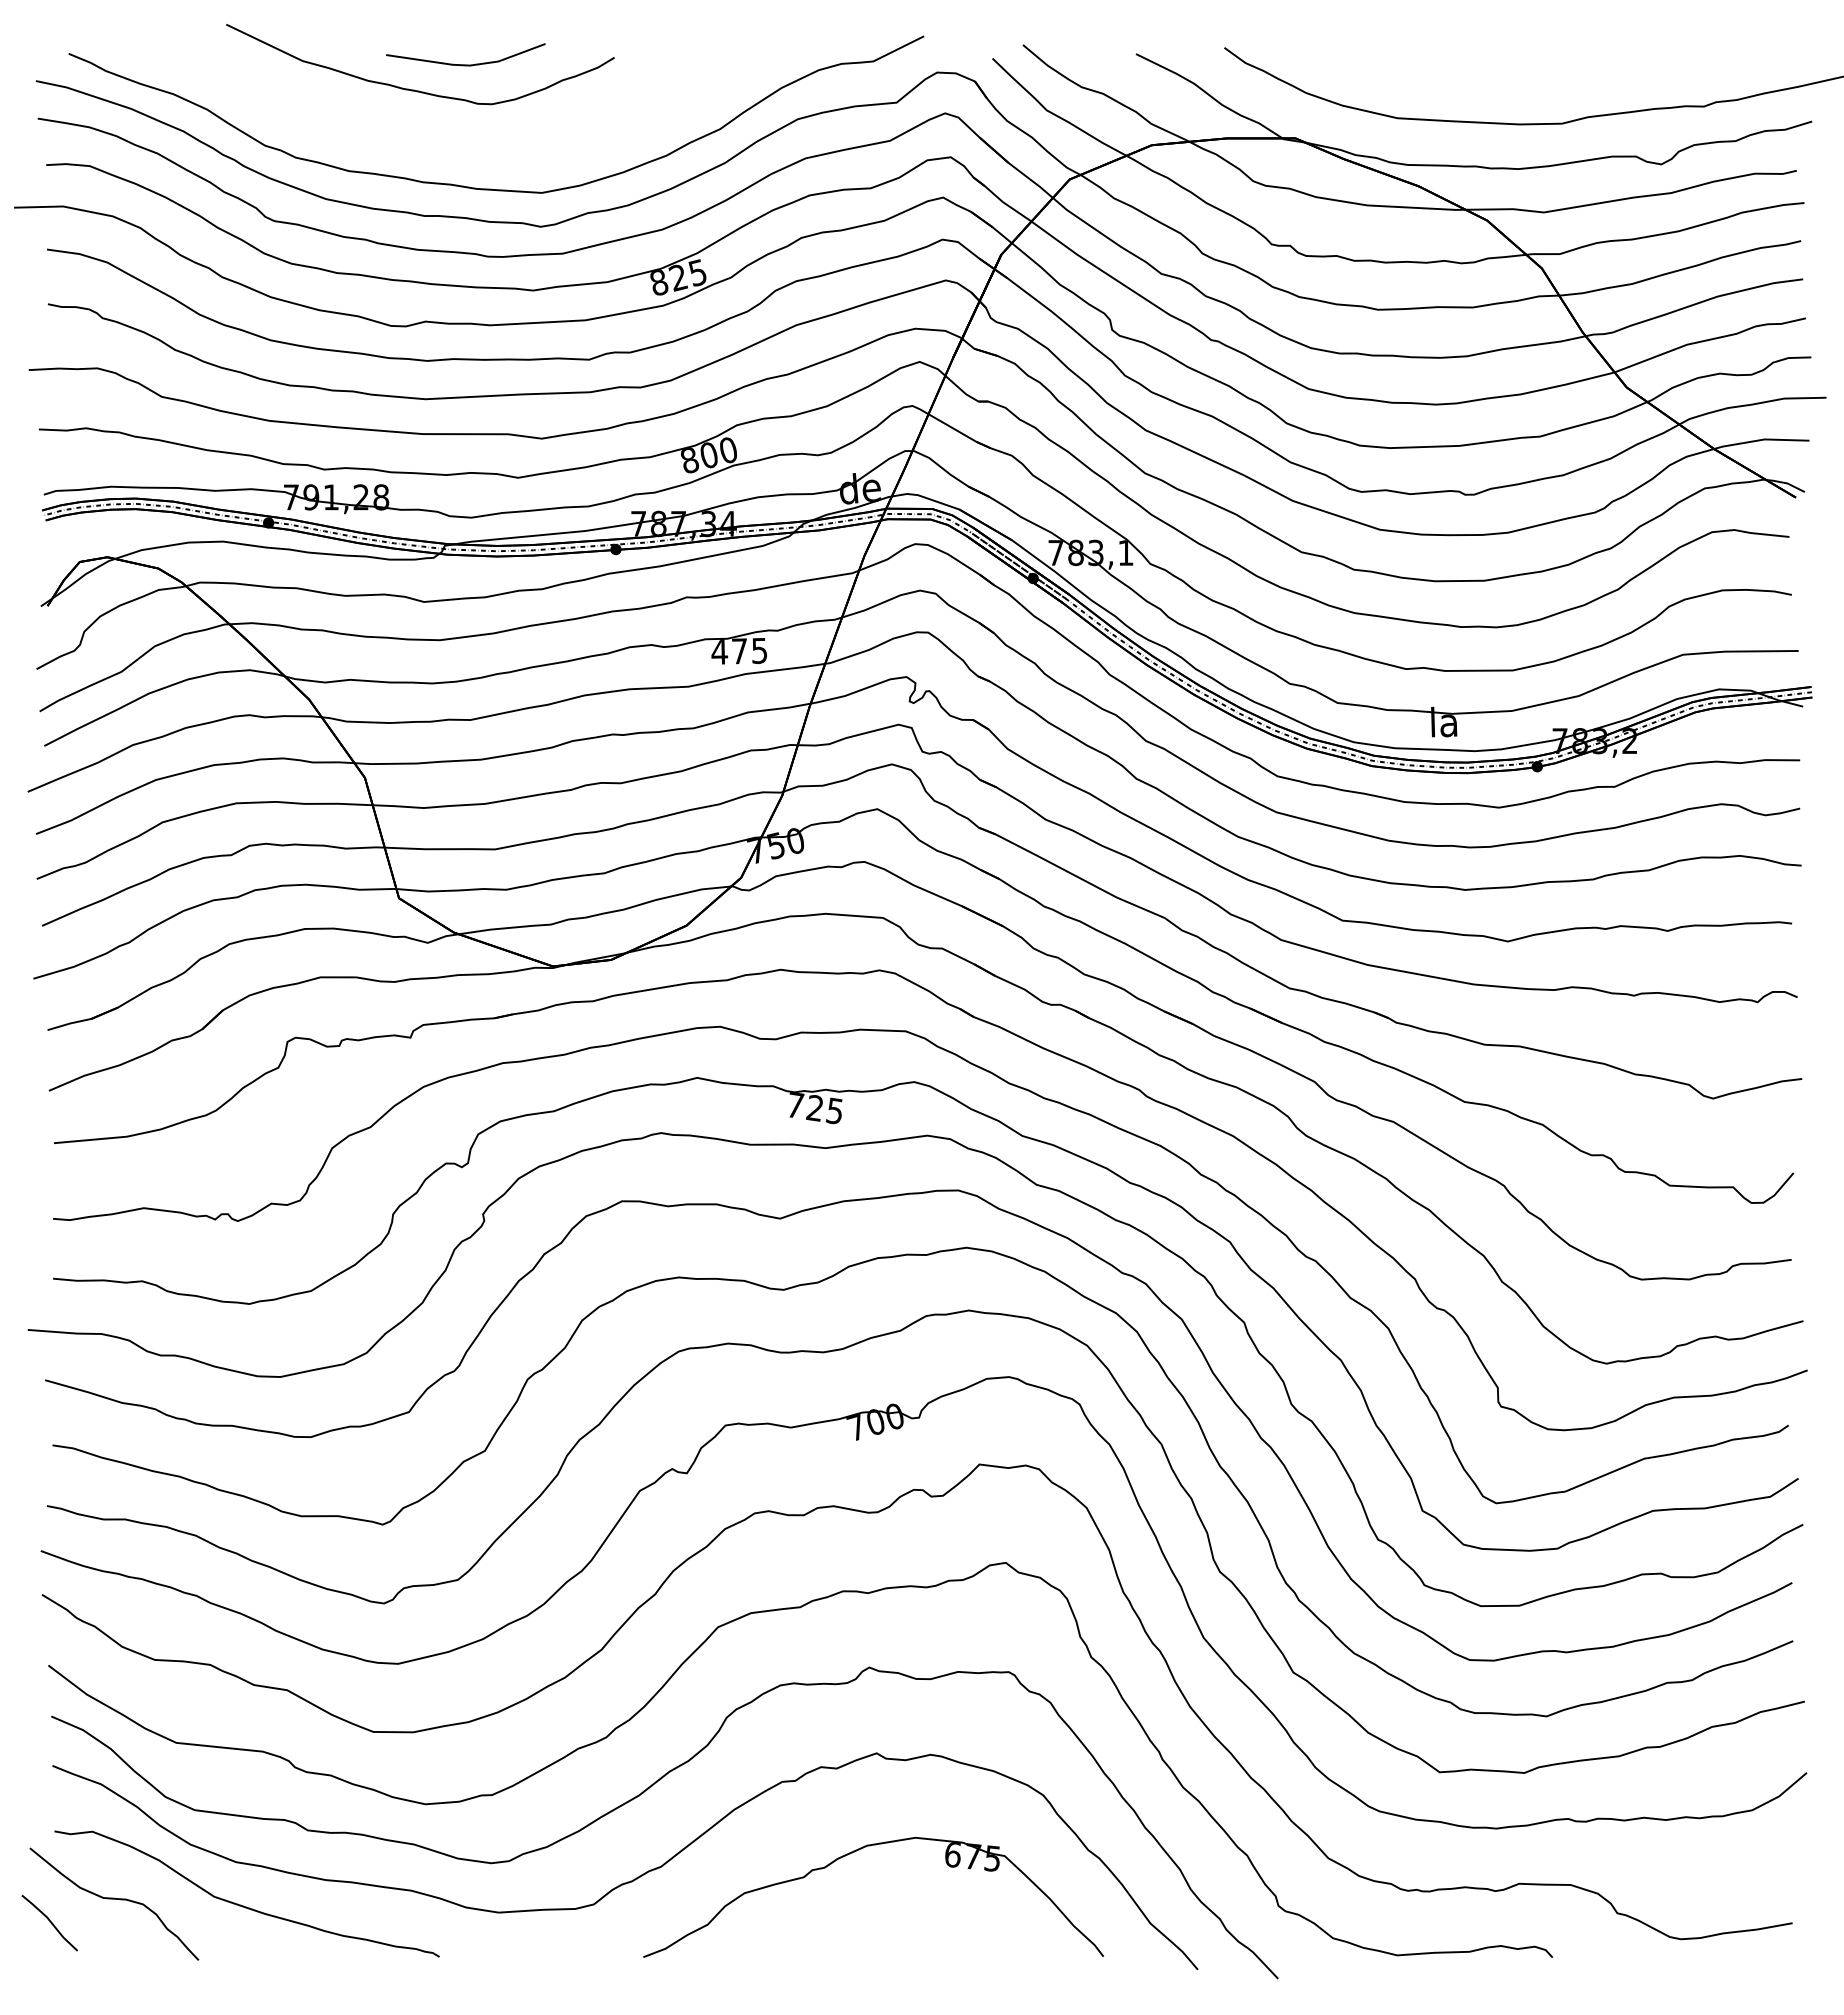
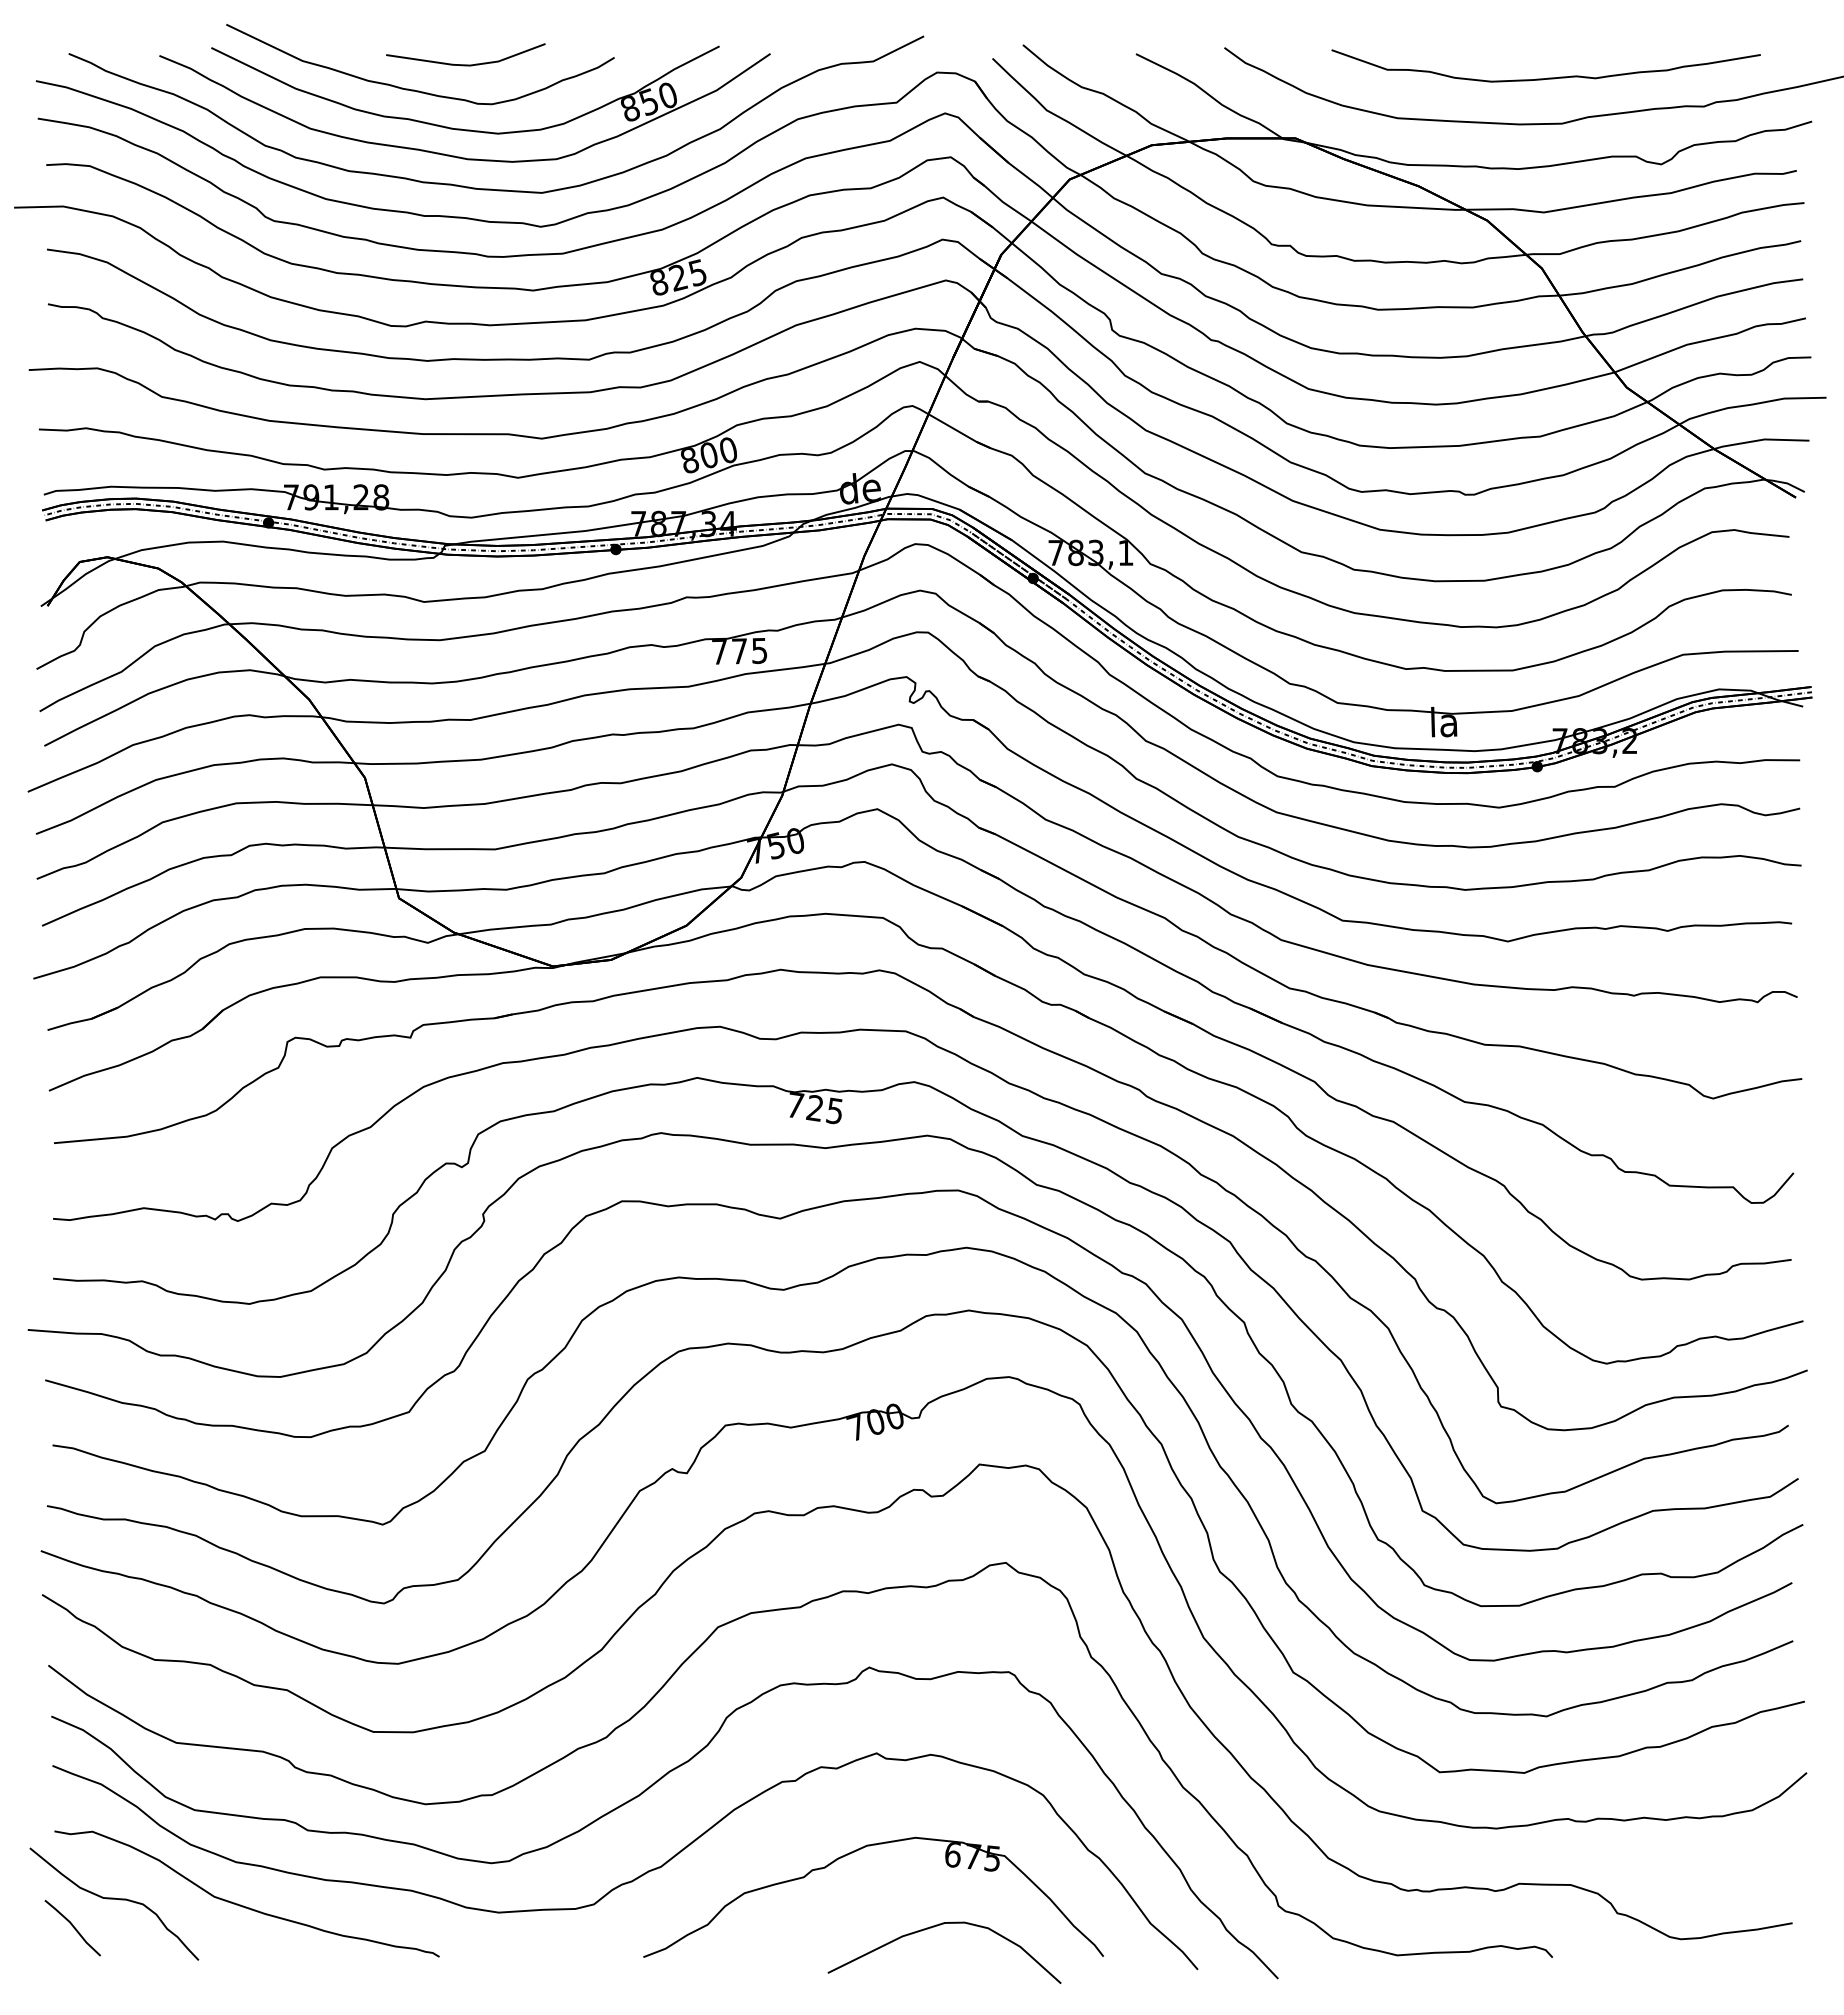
curve at (1547, 77): none -> present
part at (461, 128): none -> present
text at (719, 651): 475 -> 775
line at (50, 1923) position: (50, 1923) -> (73, 1928)
curve at (937, 1926): none -> present
